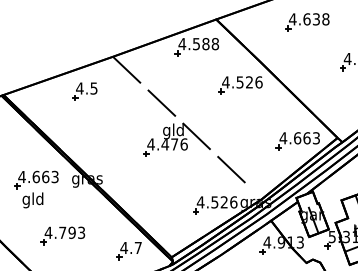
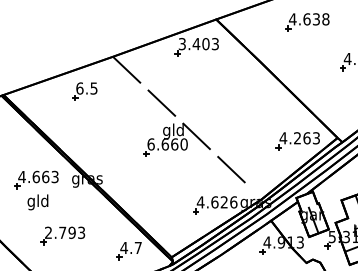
text at (198, 44): 4.588 -> 3.403
part at (240, 85): present -> none
text at (79, 88): 4.5 -> 6.5
text at (297, 138): 4.663 -> 4.263
text at (167, 144): 4.476 -> 6.660
text at (32, 200) position: (32, 200) -> (37, 202)
text at (214, 202): 4.526 -> 4.626
text at (48, 232): 4.793 -> 2.793
